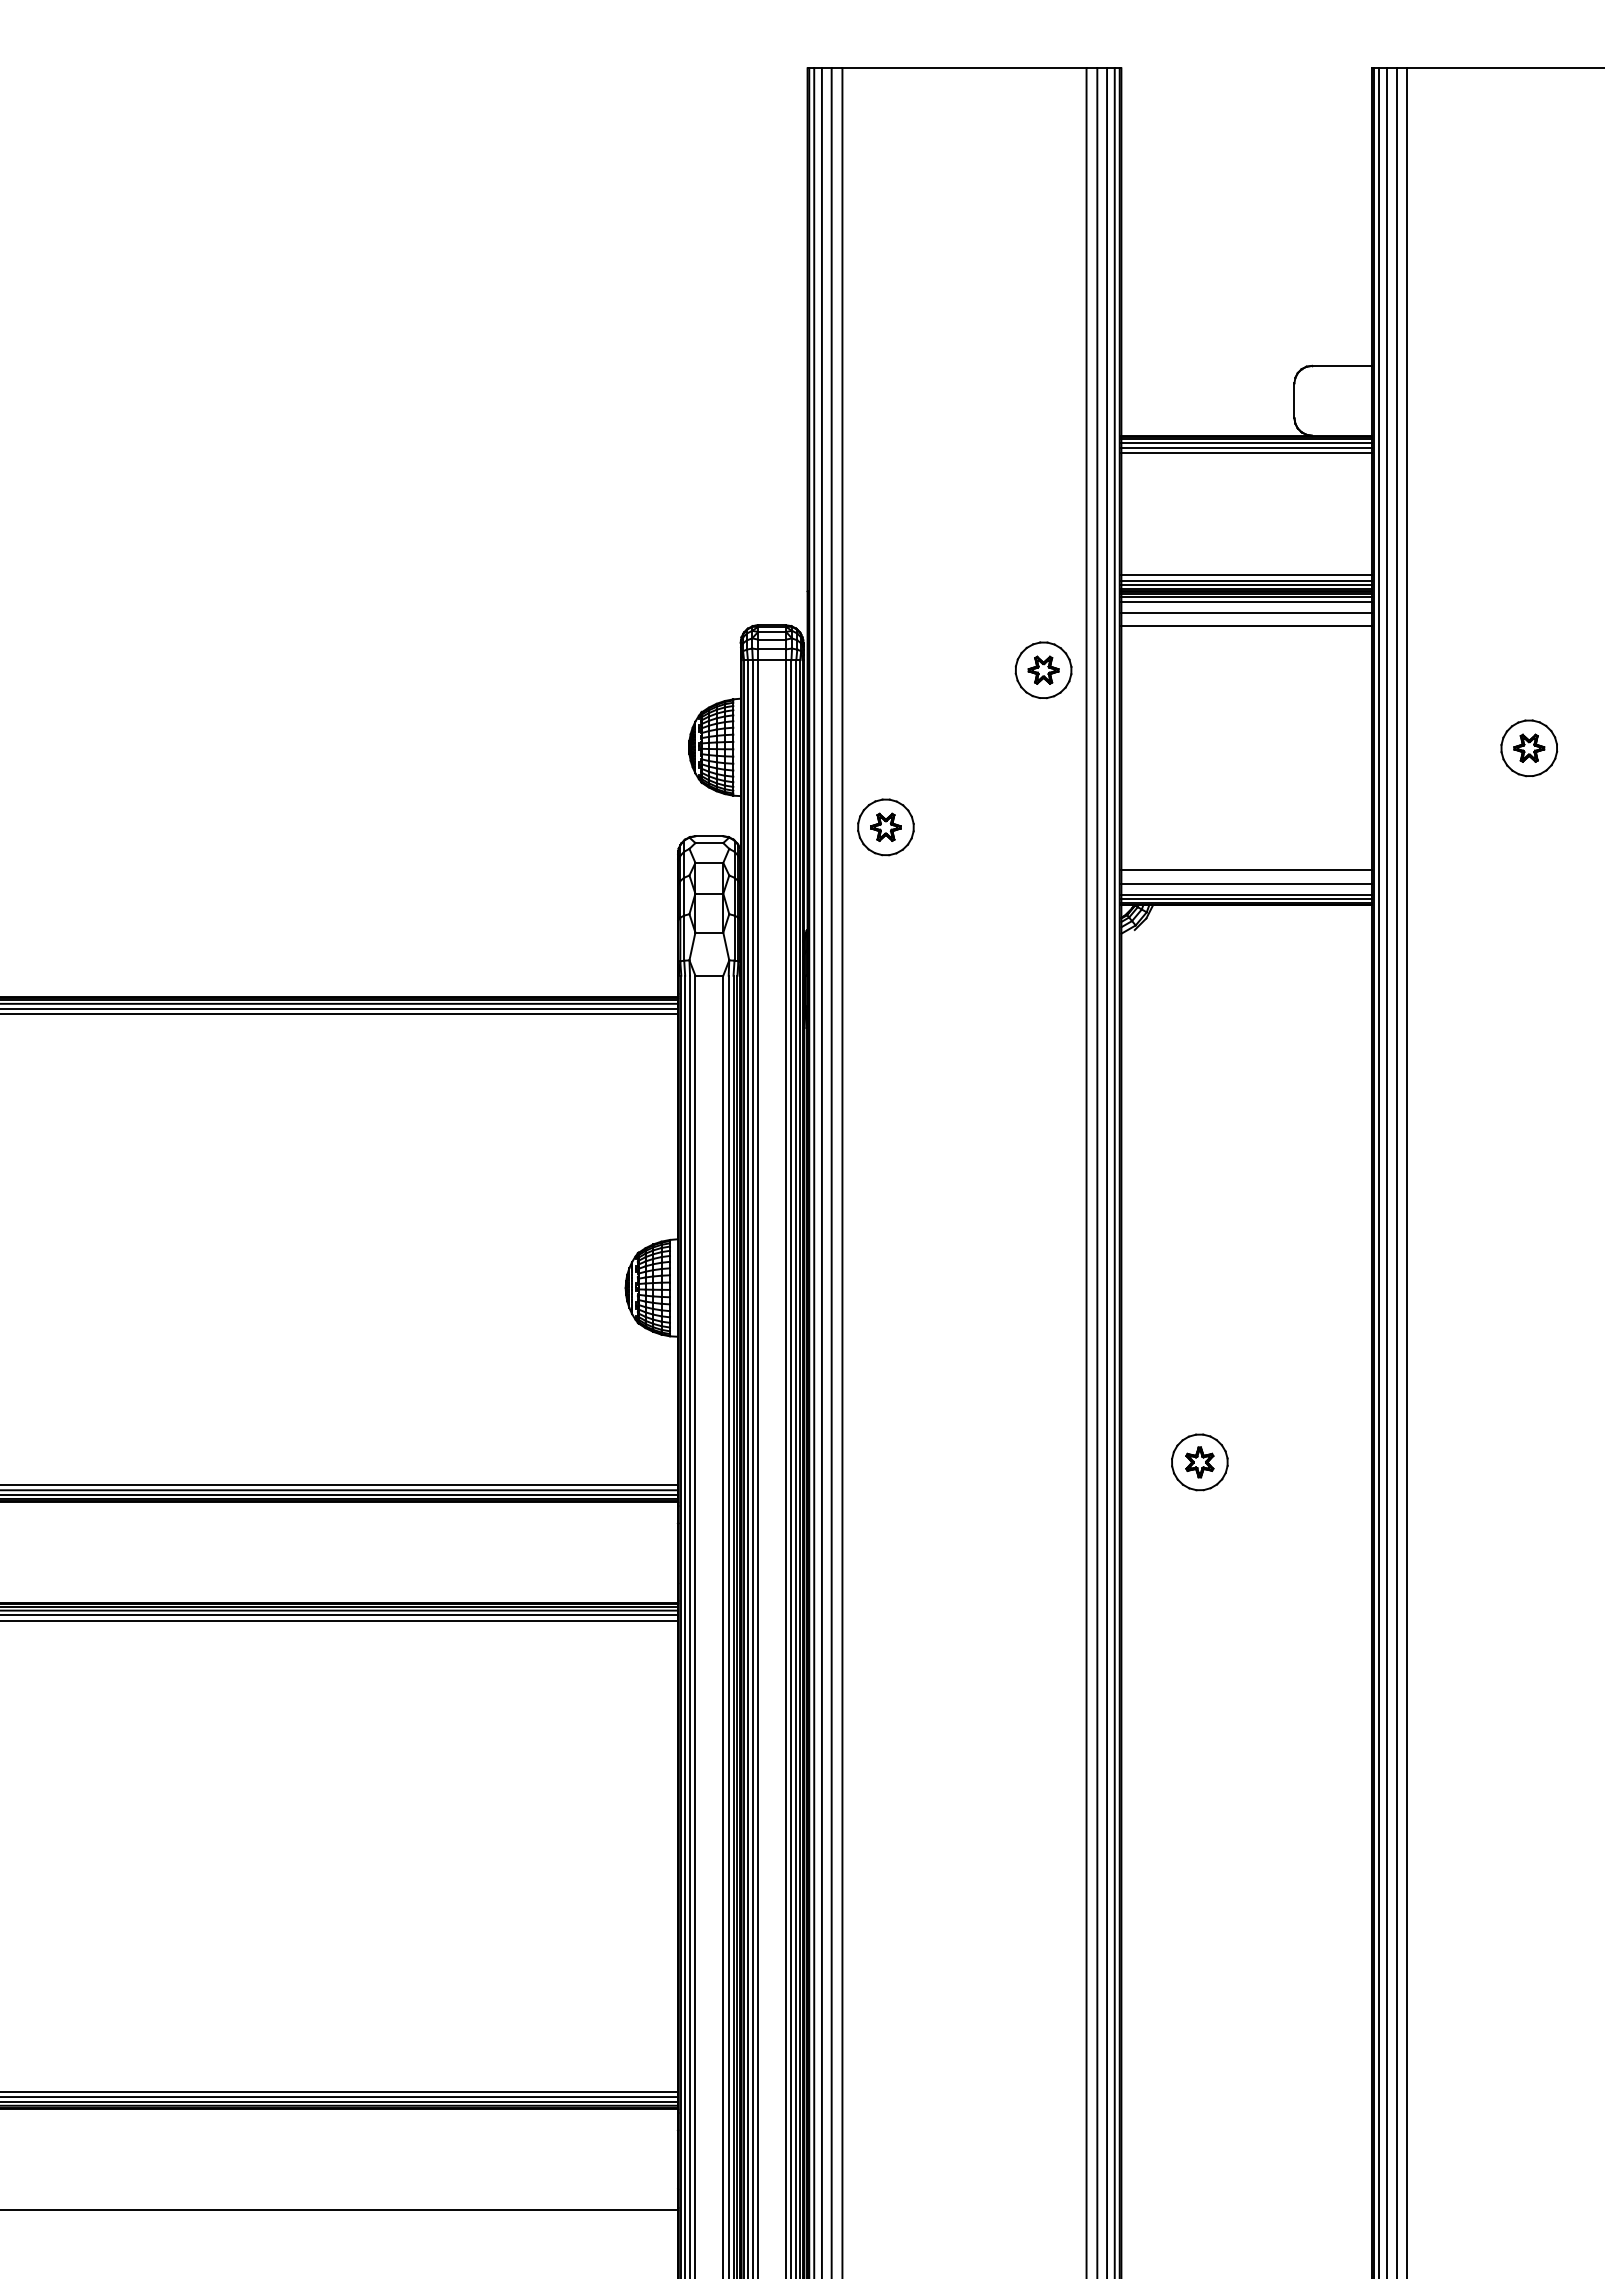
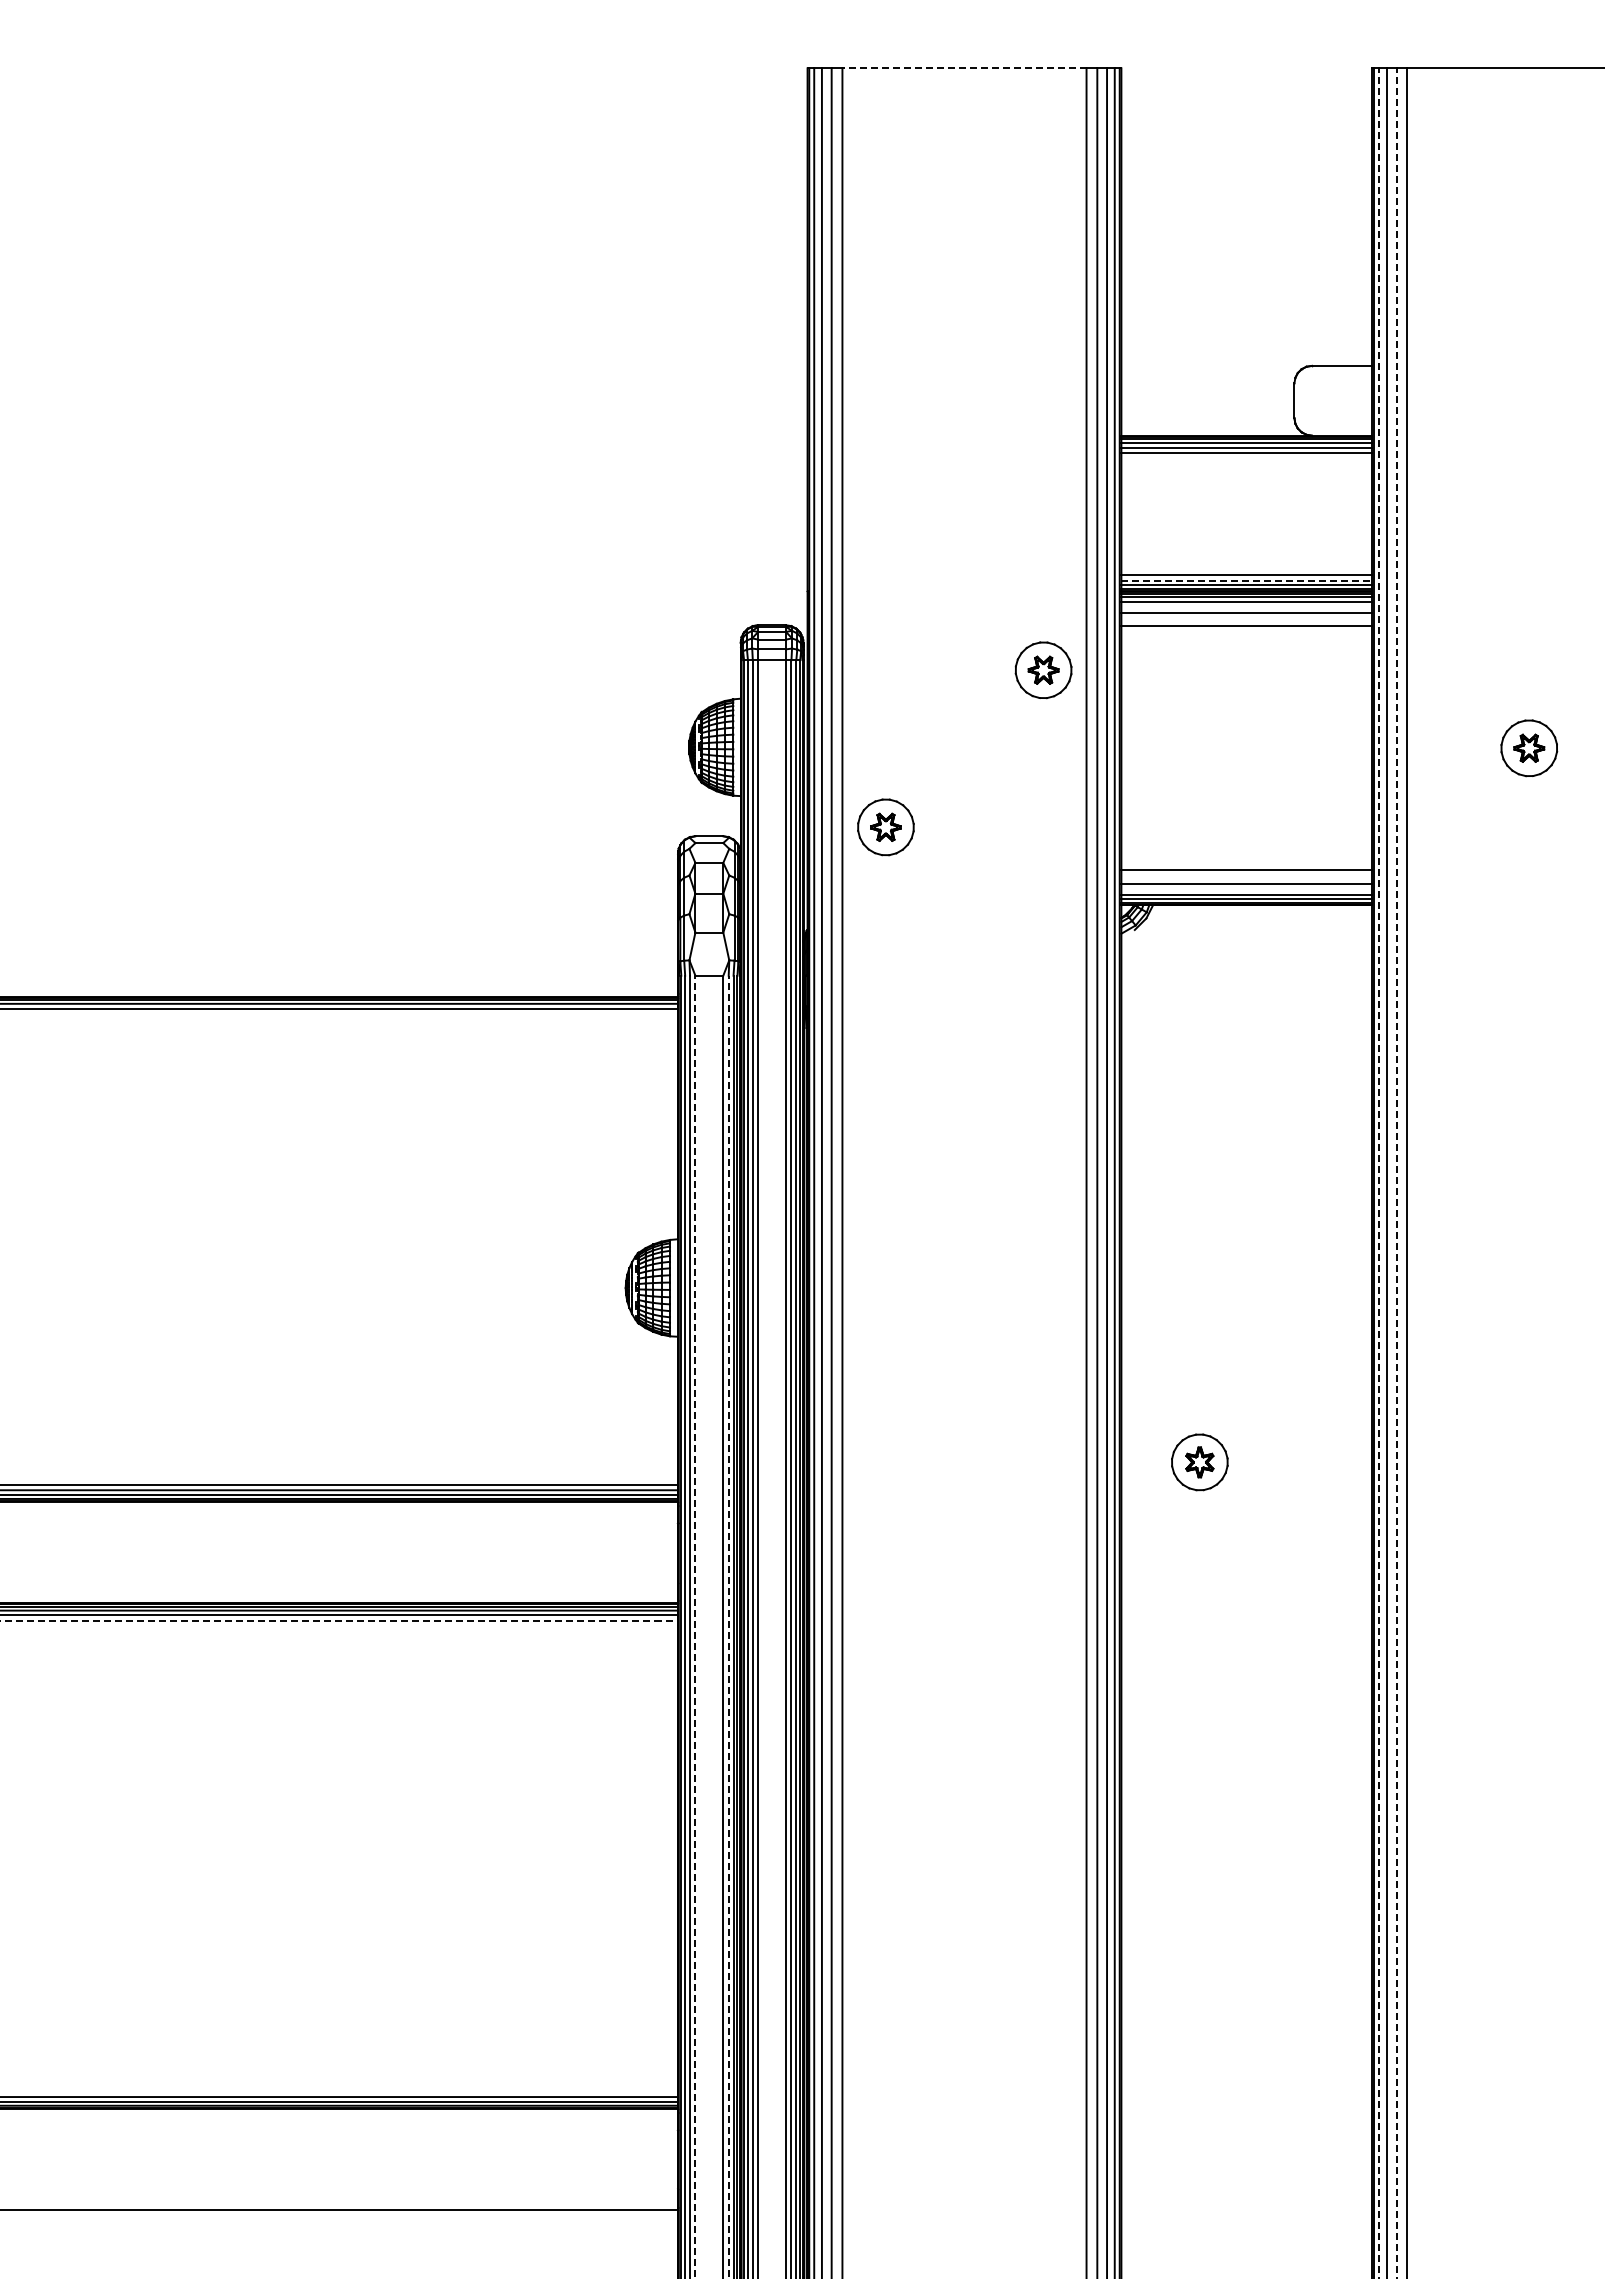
line at (963, 68): solid -> dashed
line at (1246, 580): solid -> dashed
line at (339, 1014): present -> none
line at (1379, 1173): solid -> dashed
line at (1396, 1173): solid -> dashed
line at (339, 1620): solid -> dashed
line at (695, 1626): solid -> dashed
line at (728, 1626): solid -> dashed
line at (339, 2091): present -> none
